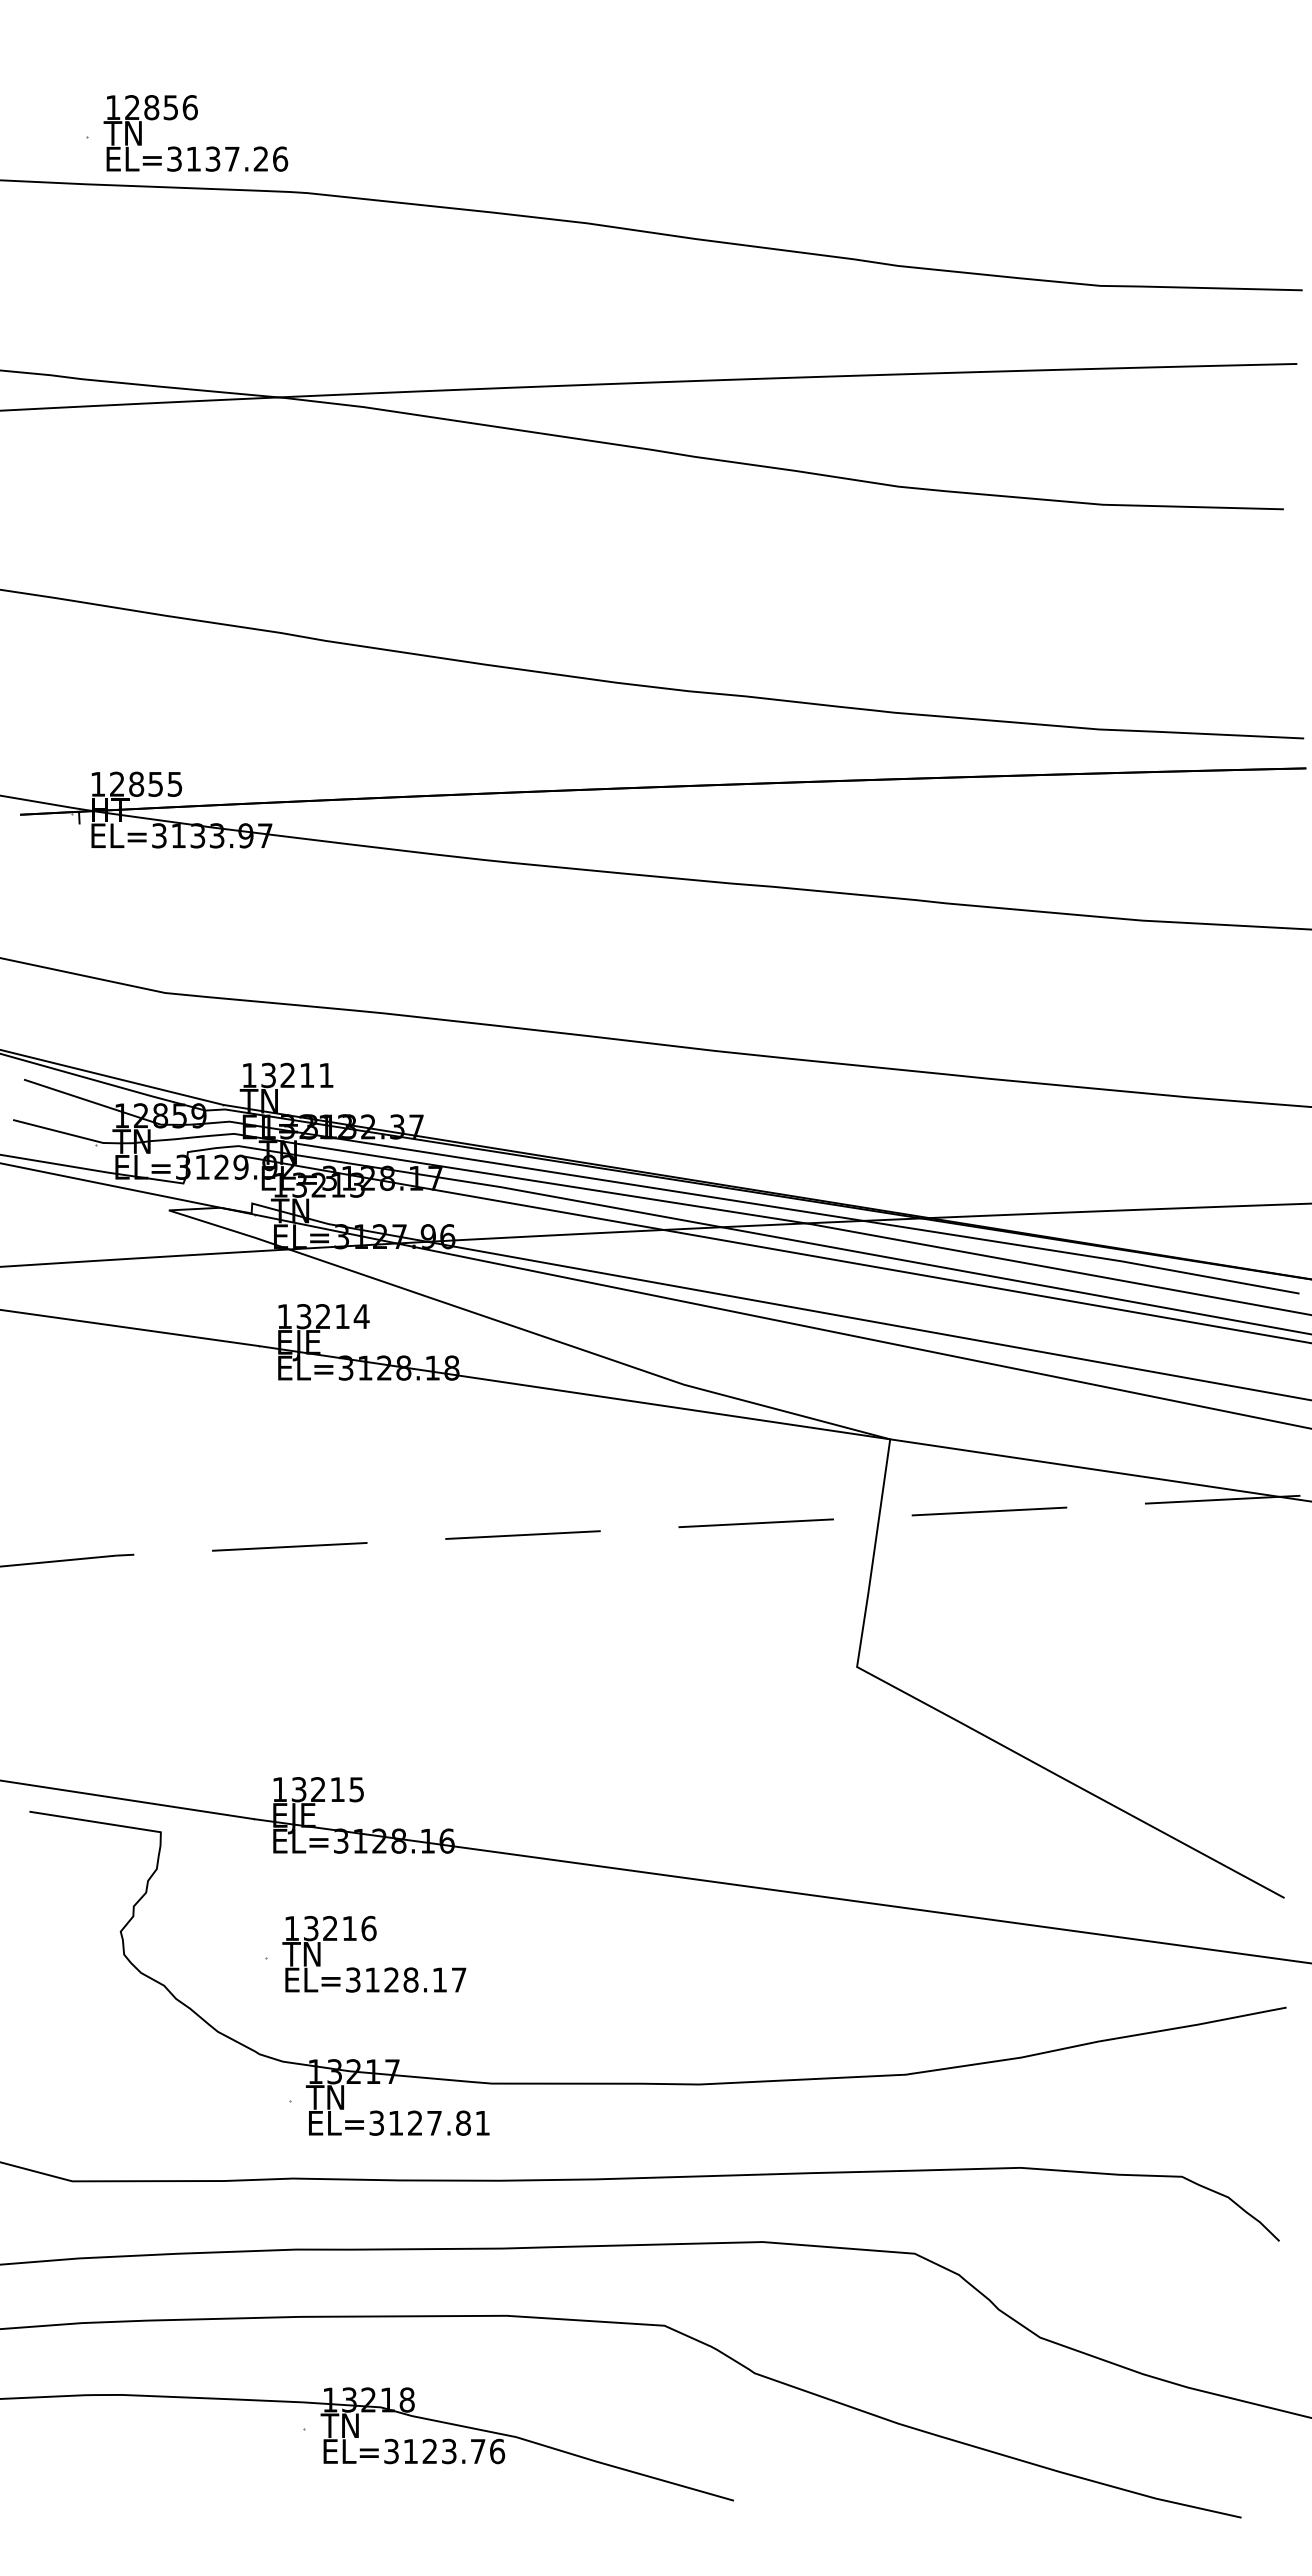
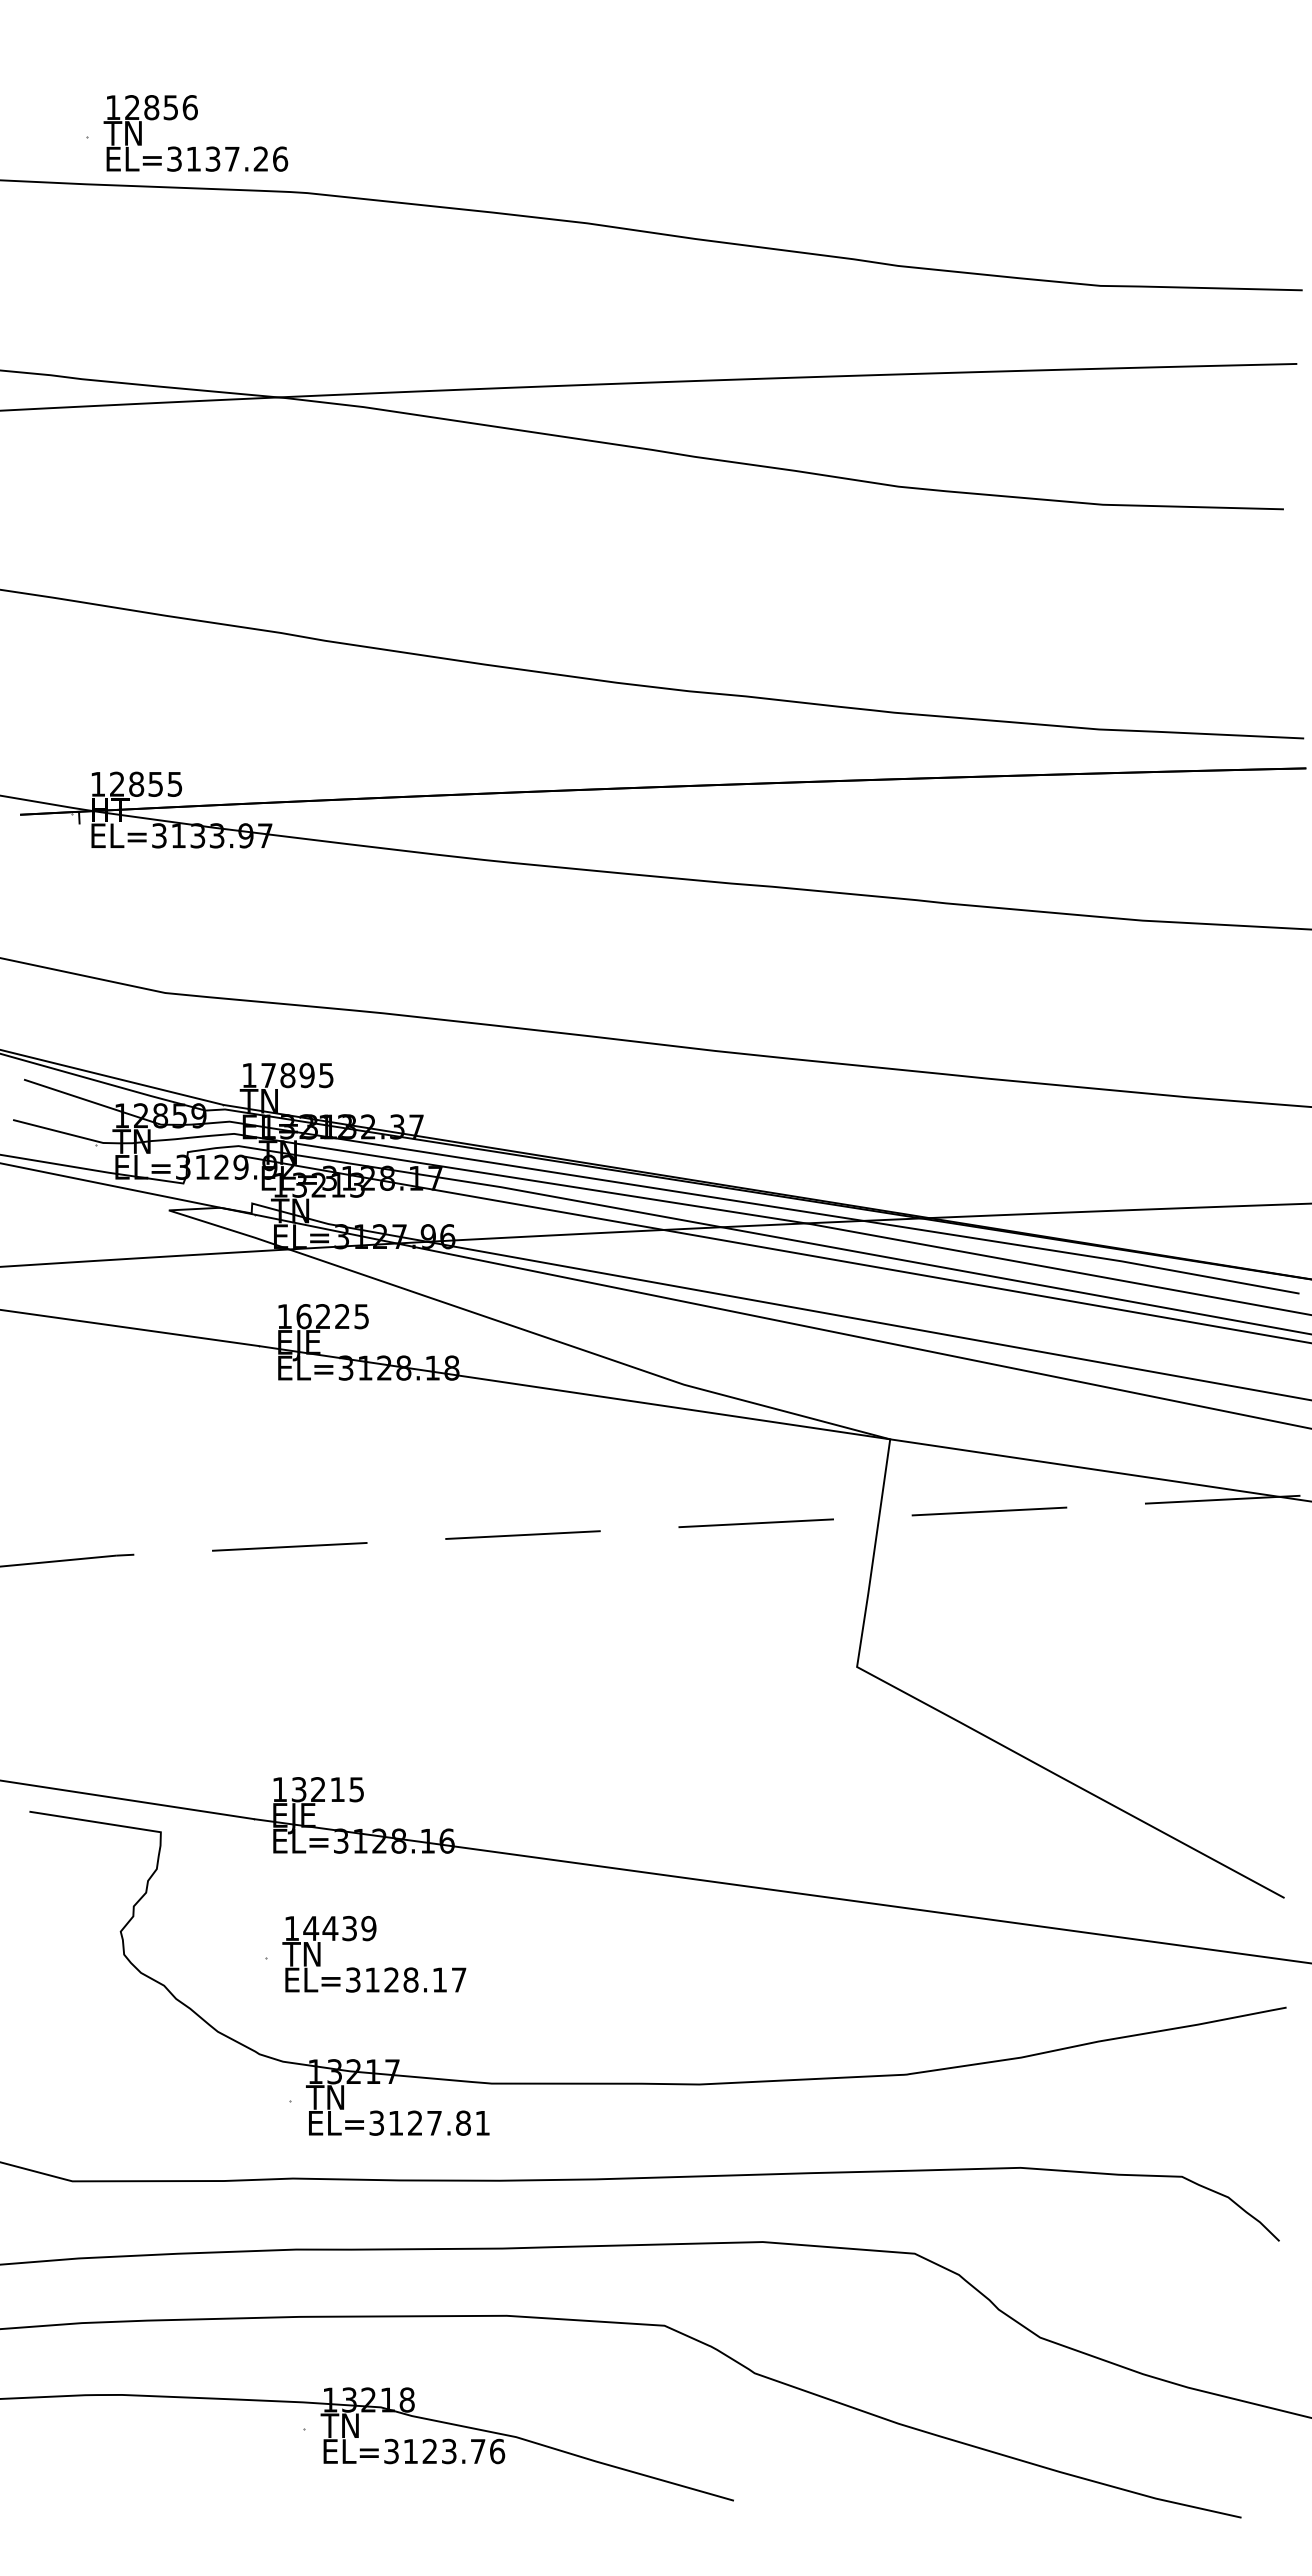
text at (297, 1075): 13211 -> 17895
text at (332, 1316): 13214 -> 16225
text at (339, 1928): 13216 -> 14439
